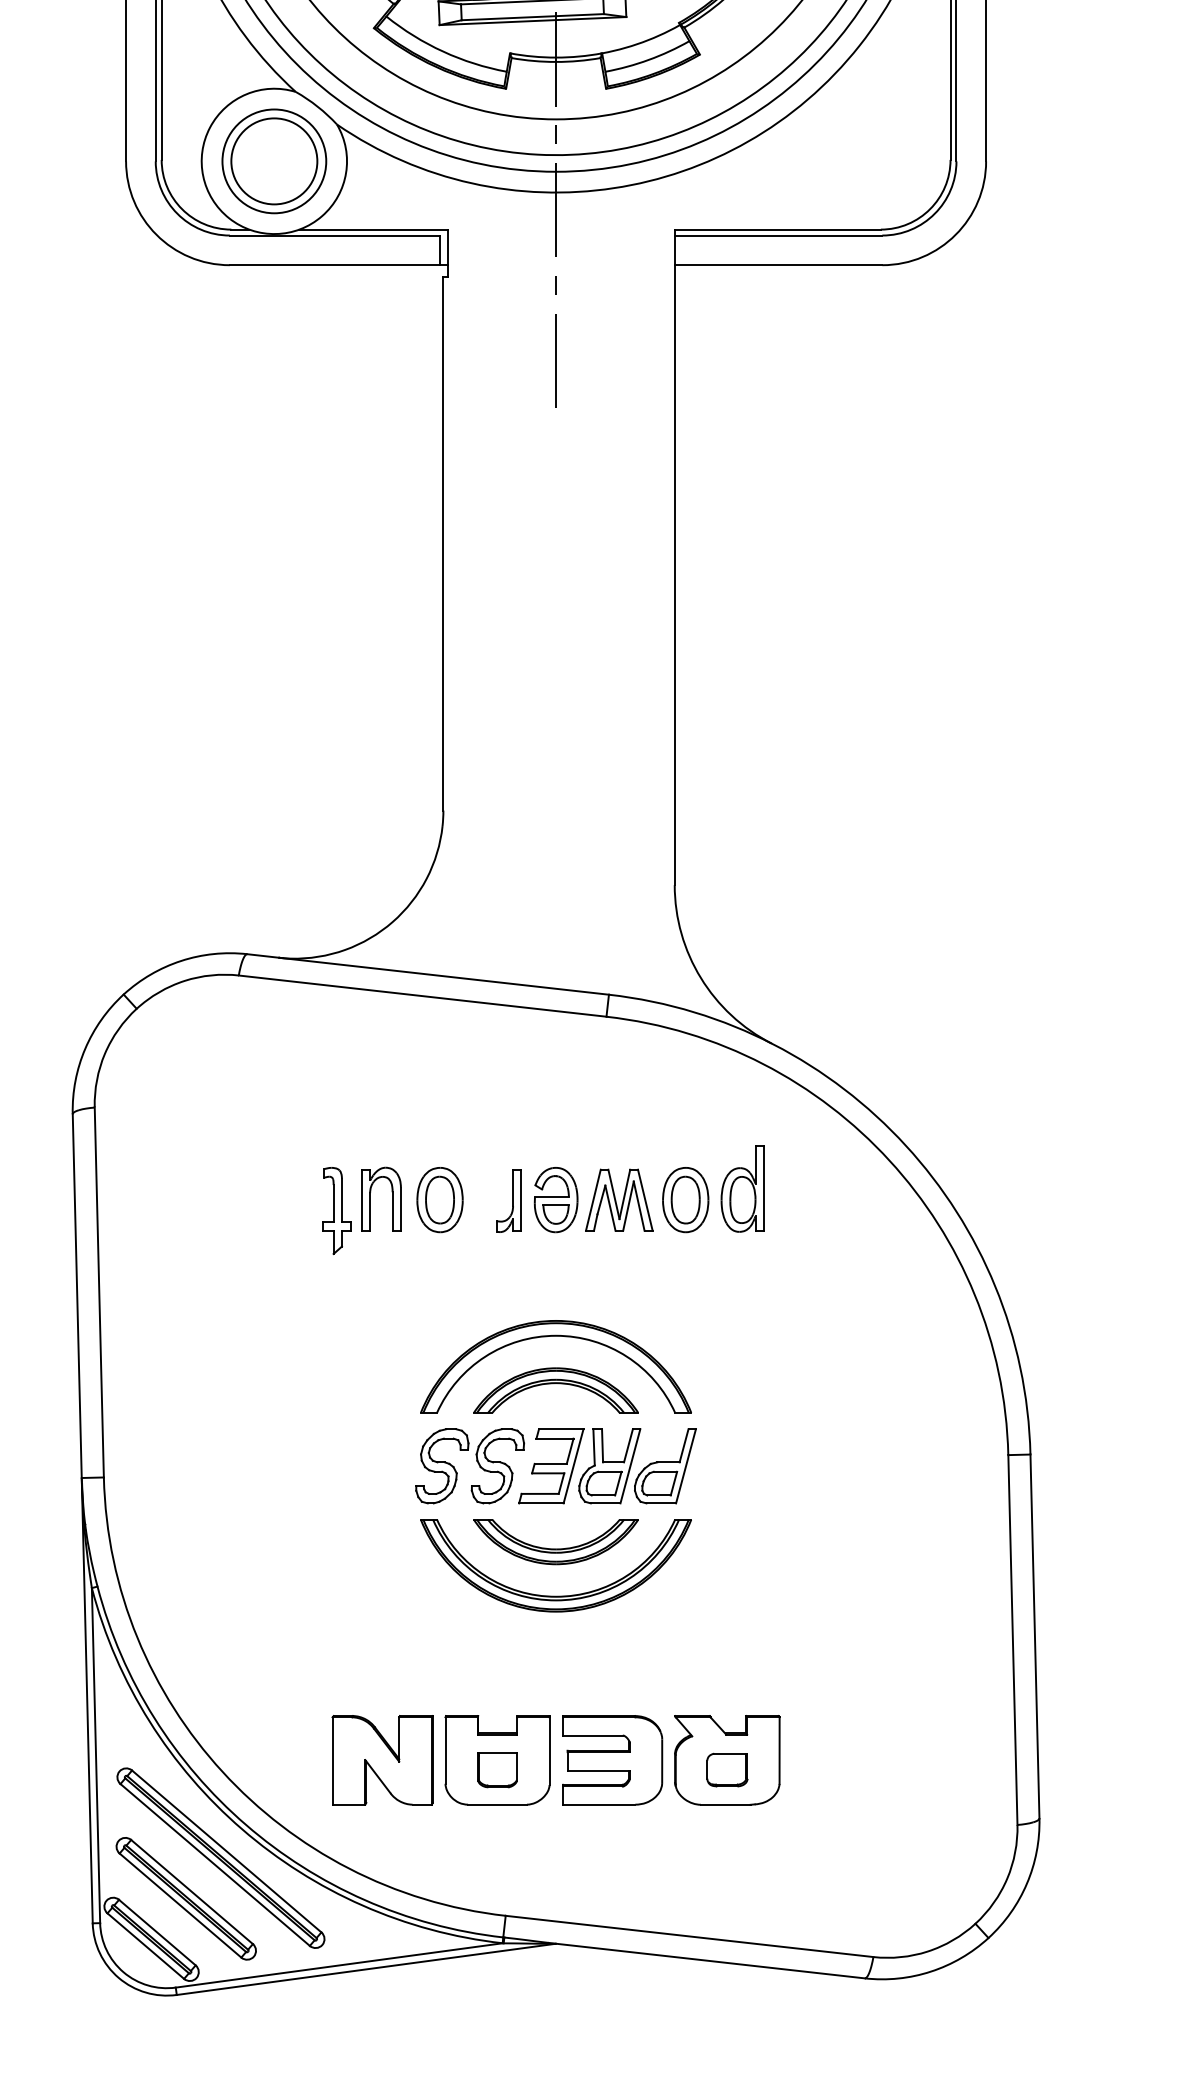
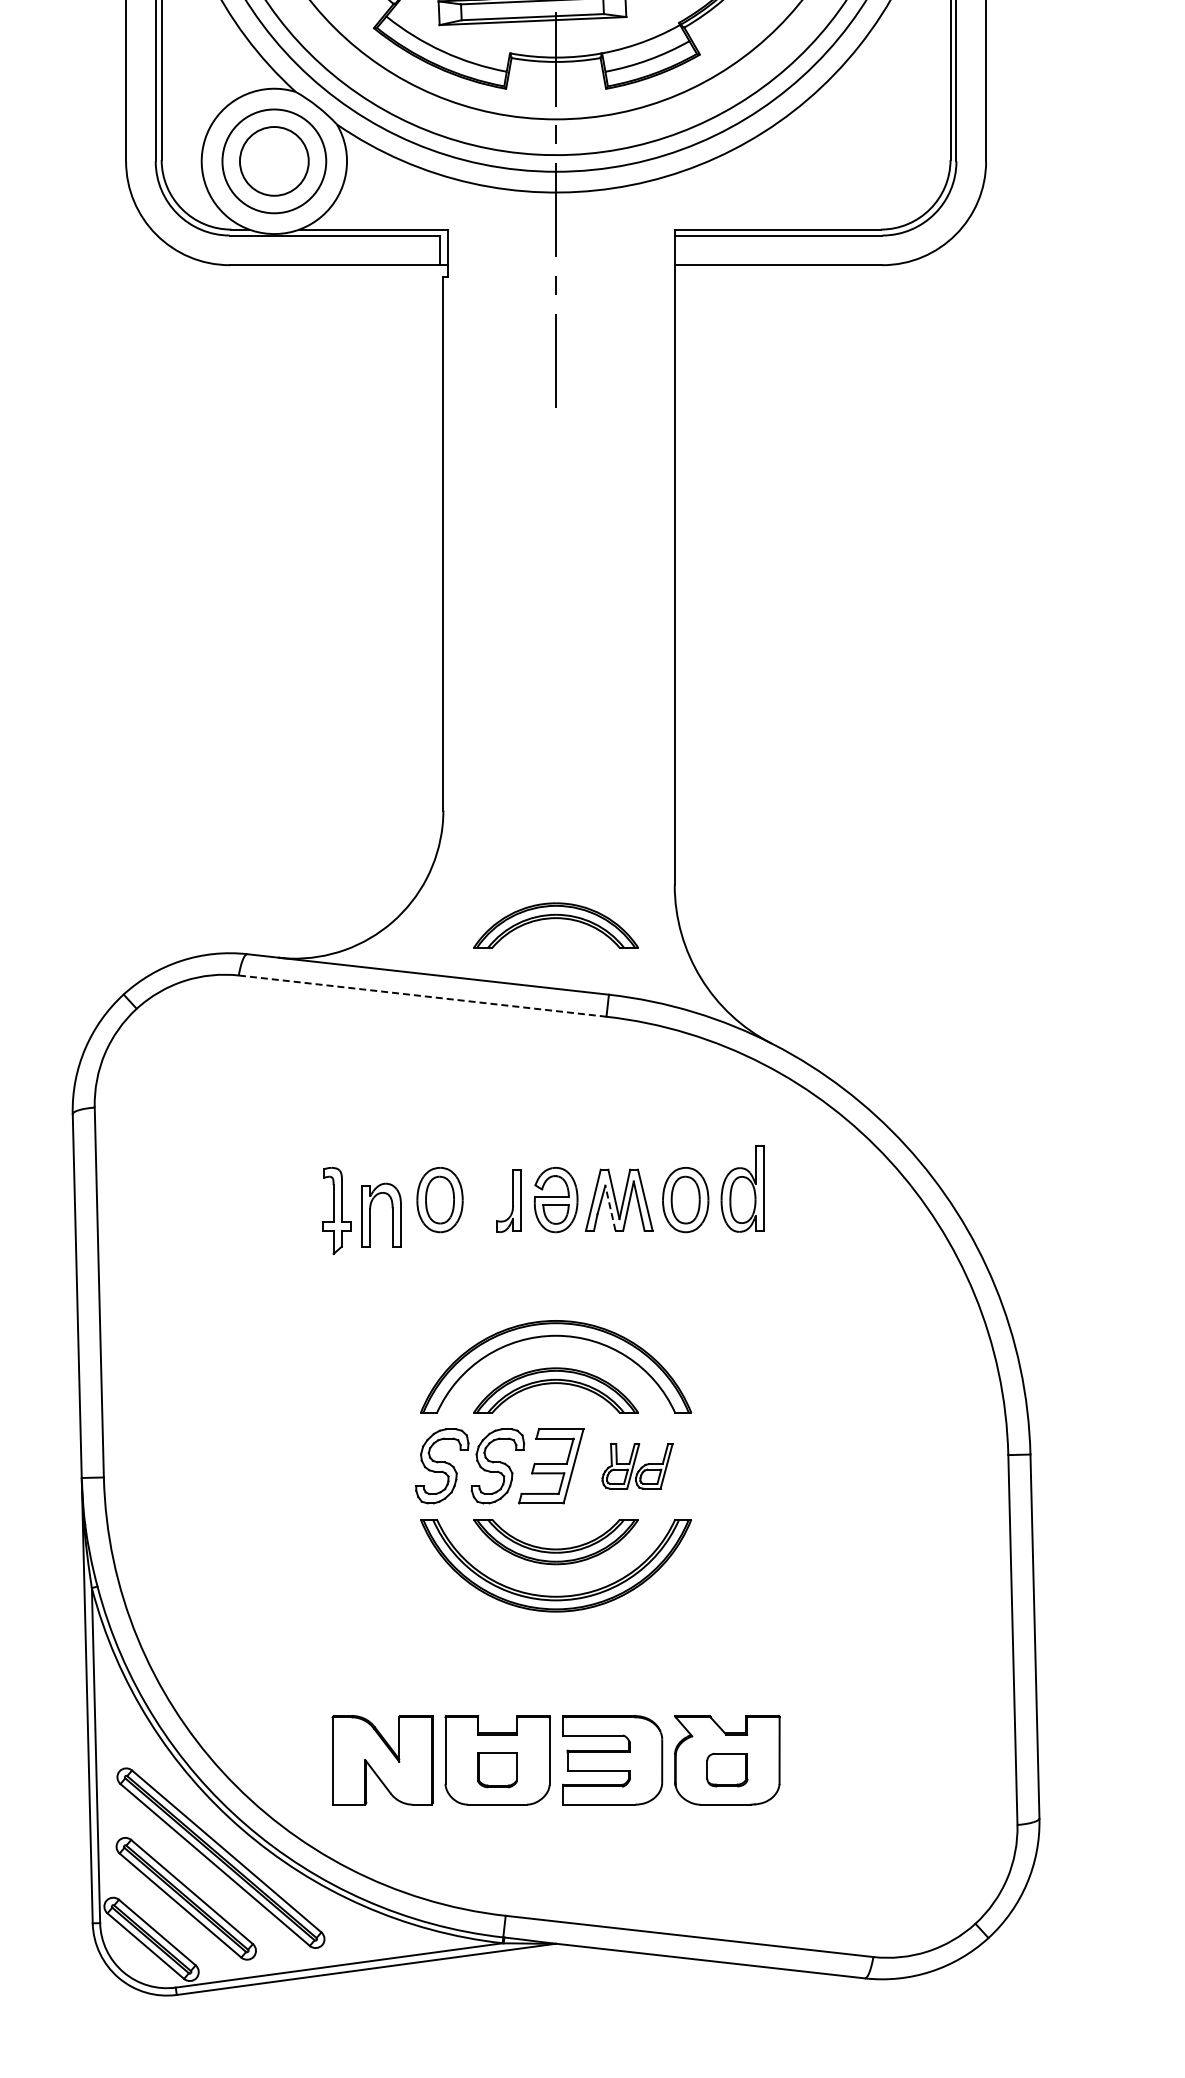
circle at (274, 161) diameter: 86 px -> 69 px
part at (554, 919): none -> present
line at (422, 996): solid -> dashed
part at (370, 1198) position: (370, 1198) -> (370, 1214)
line at (610, 1207): solid -> dashed
part at (637, 1466) size: 119x77 px -> 73x47 px
